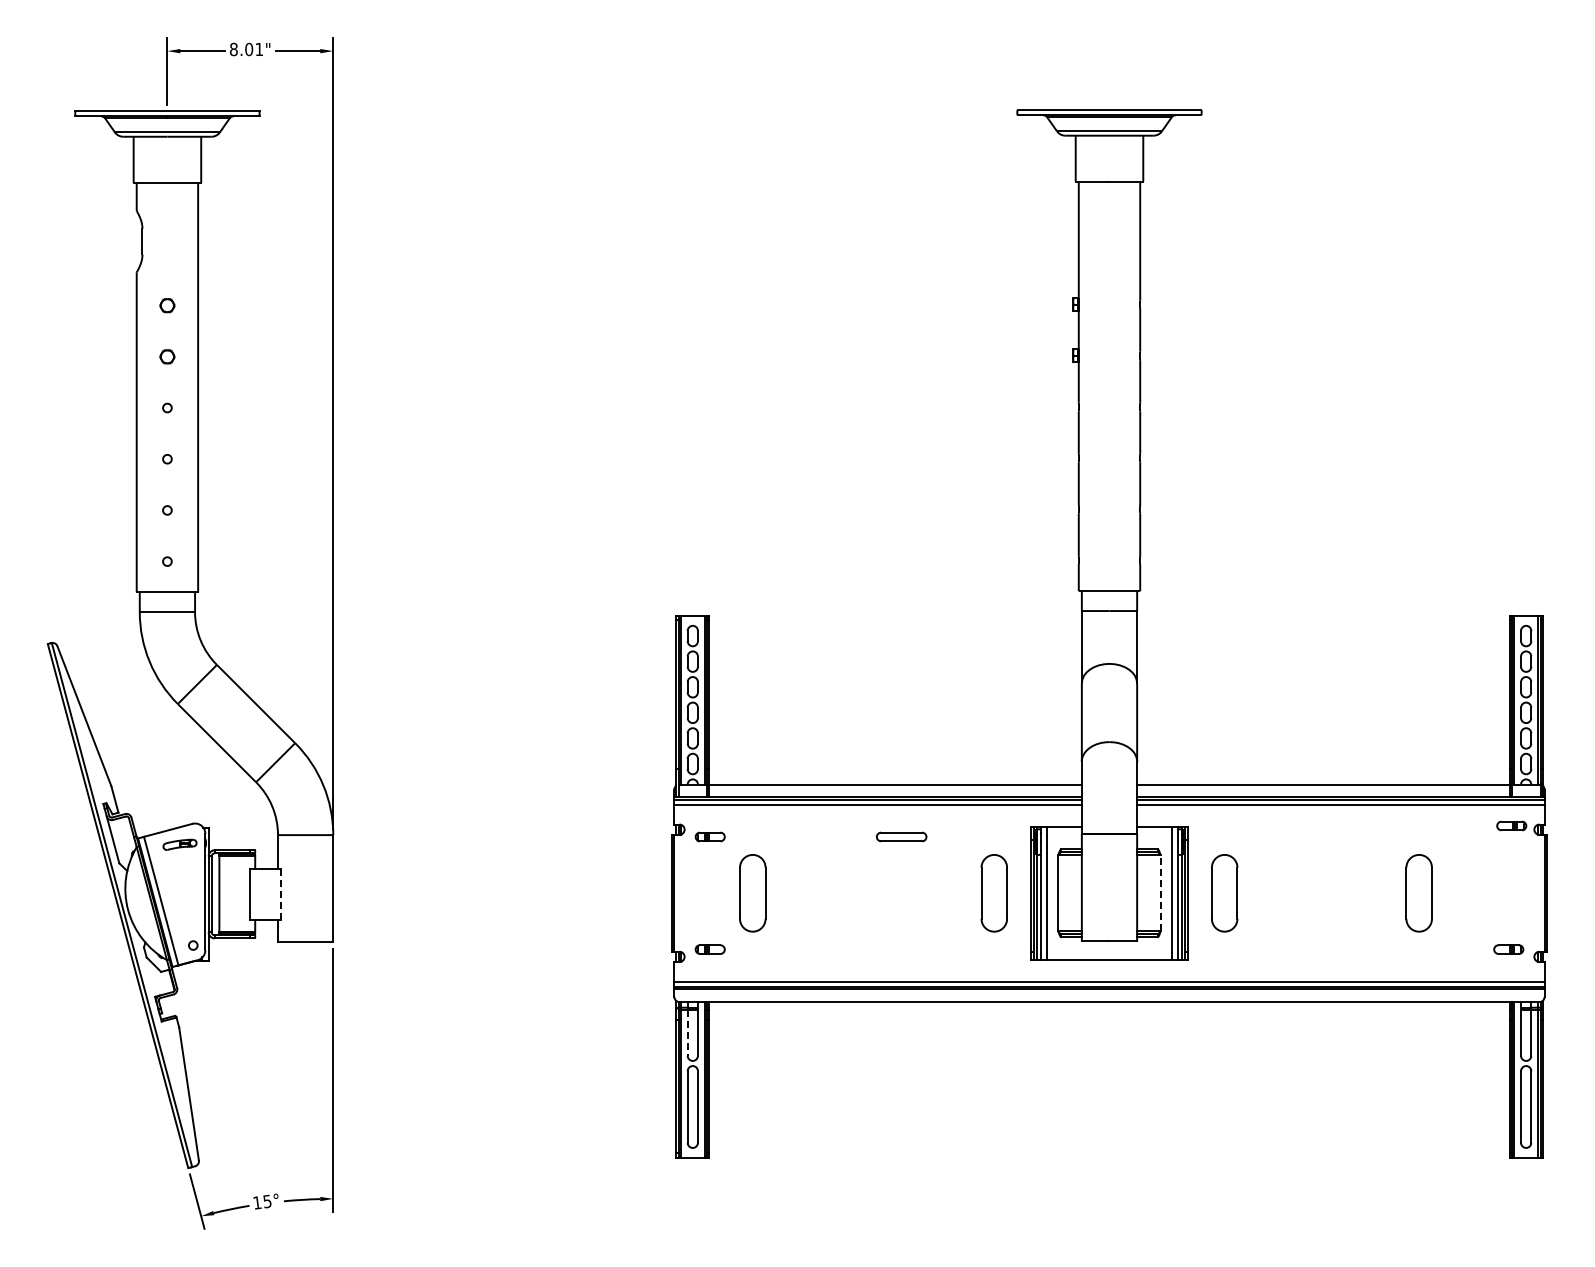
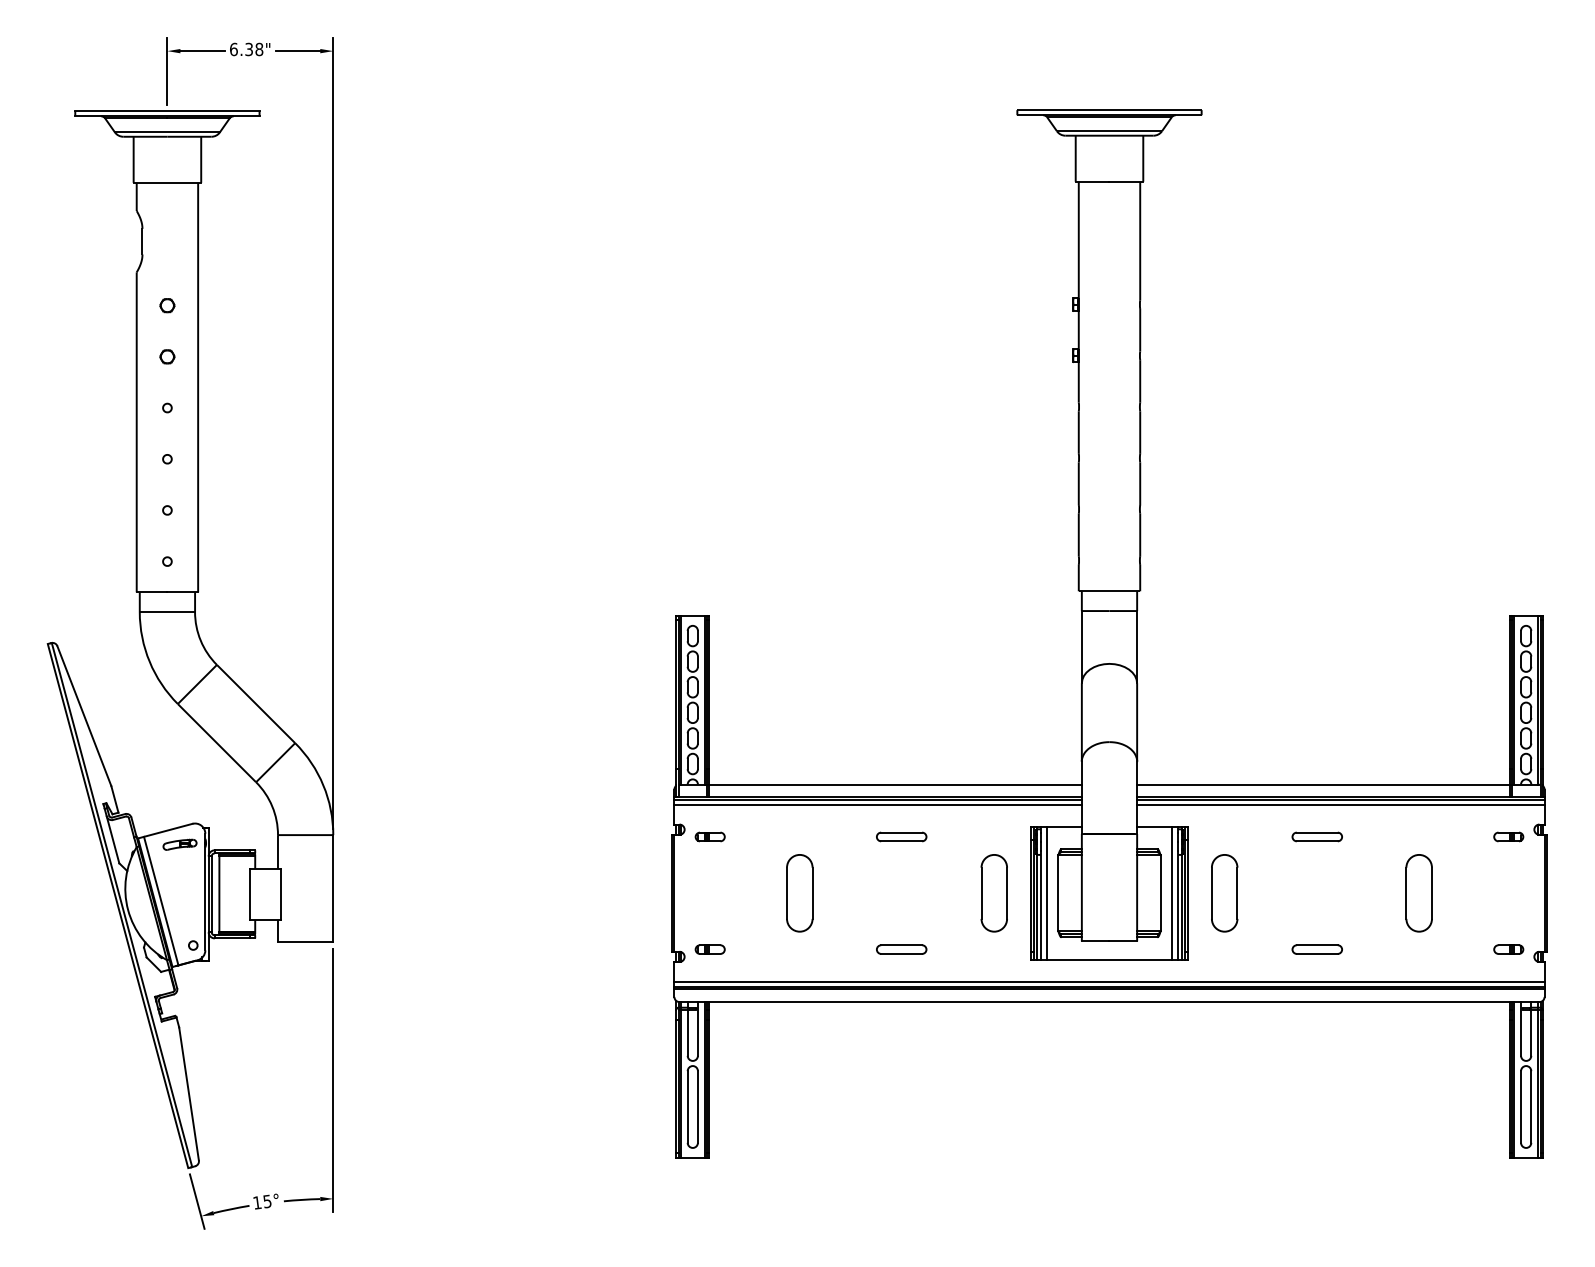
text at (246, 49): 8.01" -> 6.38"
part at (1511, 825) position: (1511, 825) -> (1508, 836)
part at (1316, 836): none -> present
part at (752, 893) position: (752, 893) -> (799, 893)
line at (1160, 893): dashed -> solid
line at (280, 894): dashed -> solid
part at (901, 949): none -> present
part at (1316, 949): none -> present
line at (687, 1033): dashed -> solid
